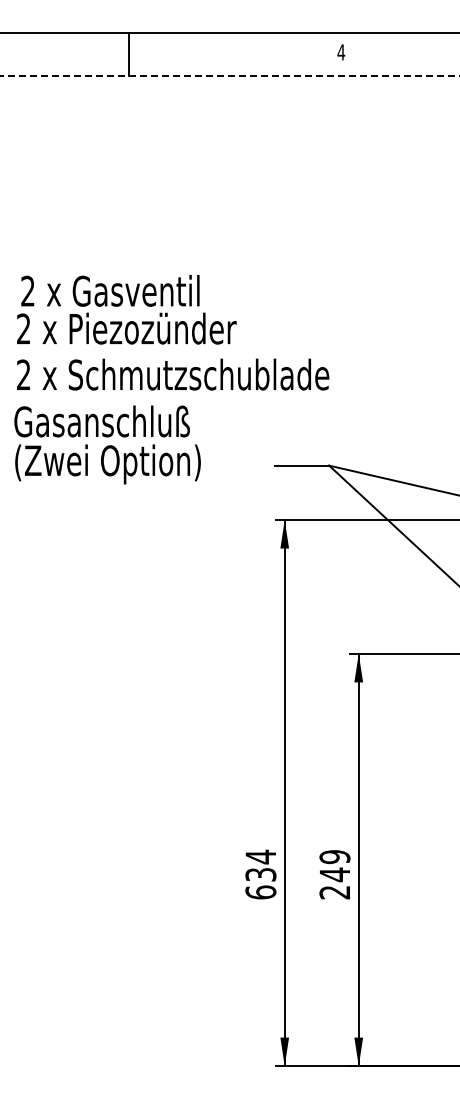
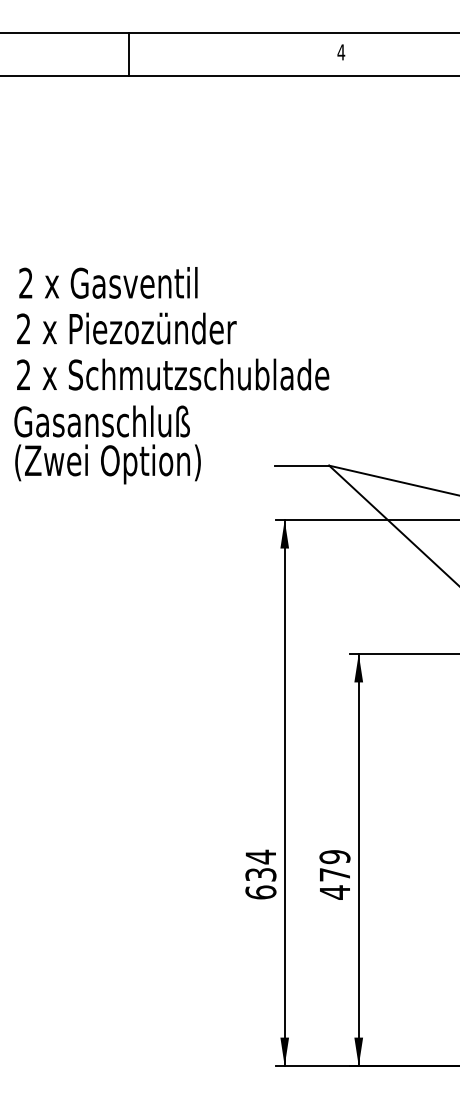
line at (229, 76): dashed -> solid
text at (110, 290) position: (110, 290) -> (108, 282)
text at (334, 883): 249 -> 479
